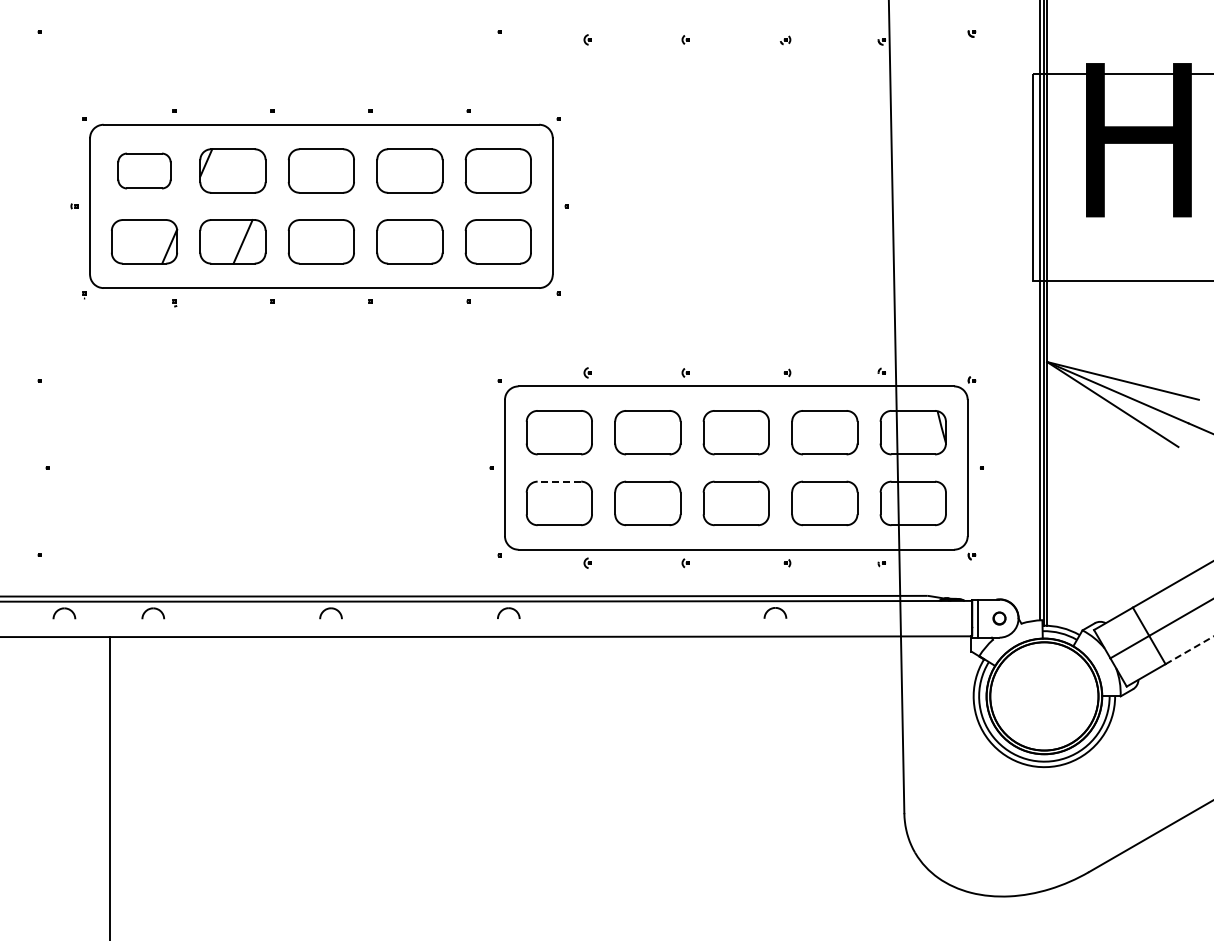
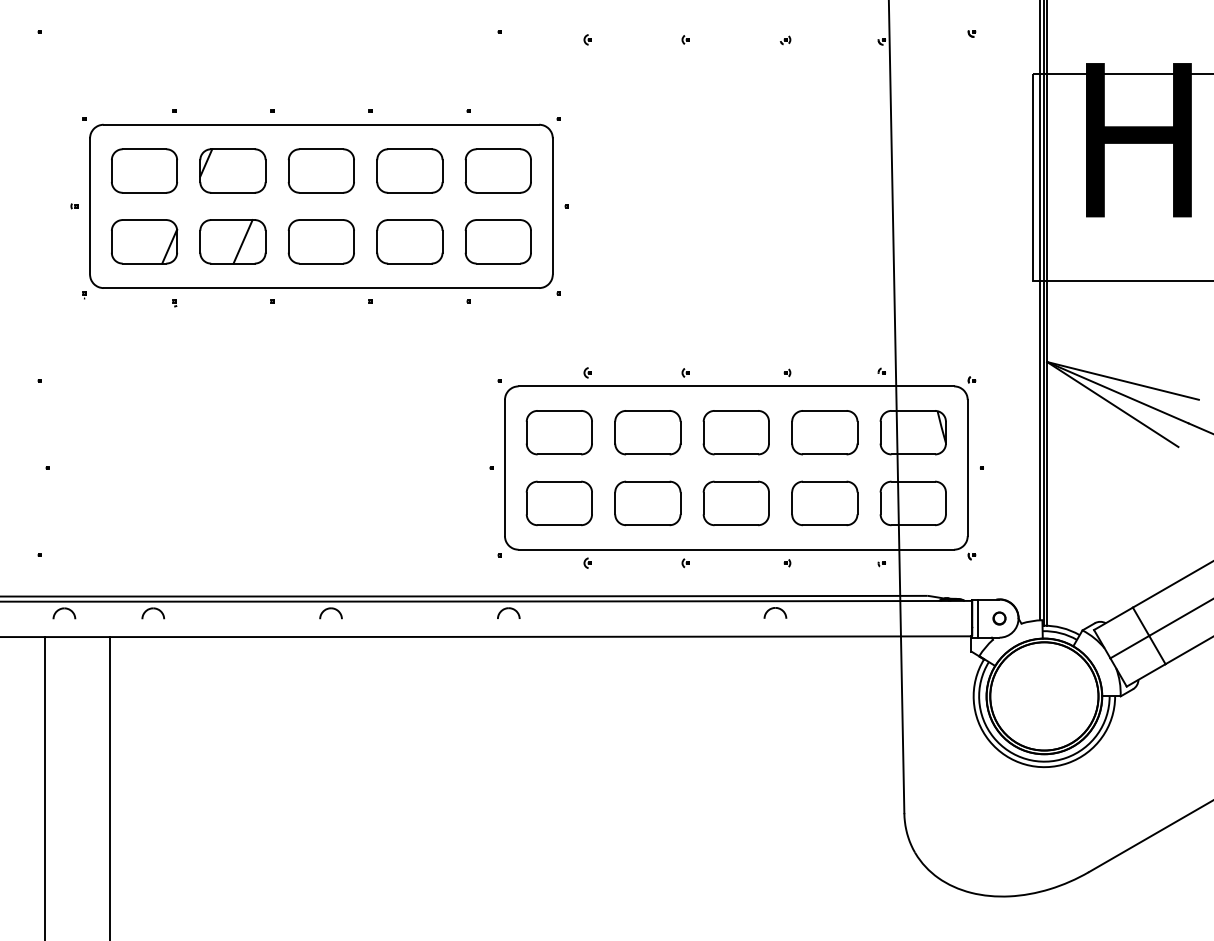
part at (144, 170) size: 55x38 px -> 67x46 px
line at (559, 481): dashed -> solid
line at (1189, 650): dashed -> solid
line at (45, 787): none -> present
